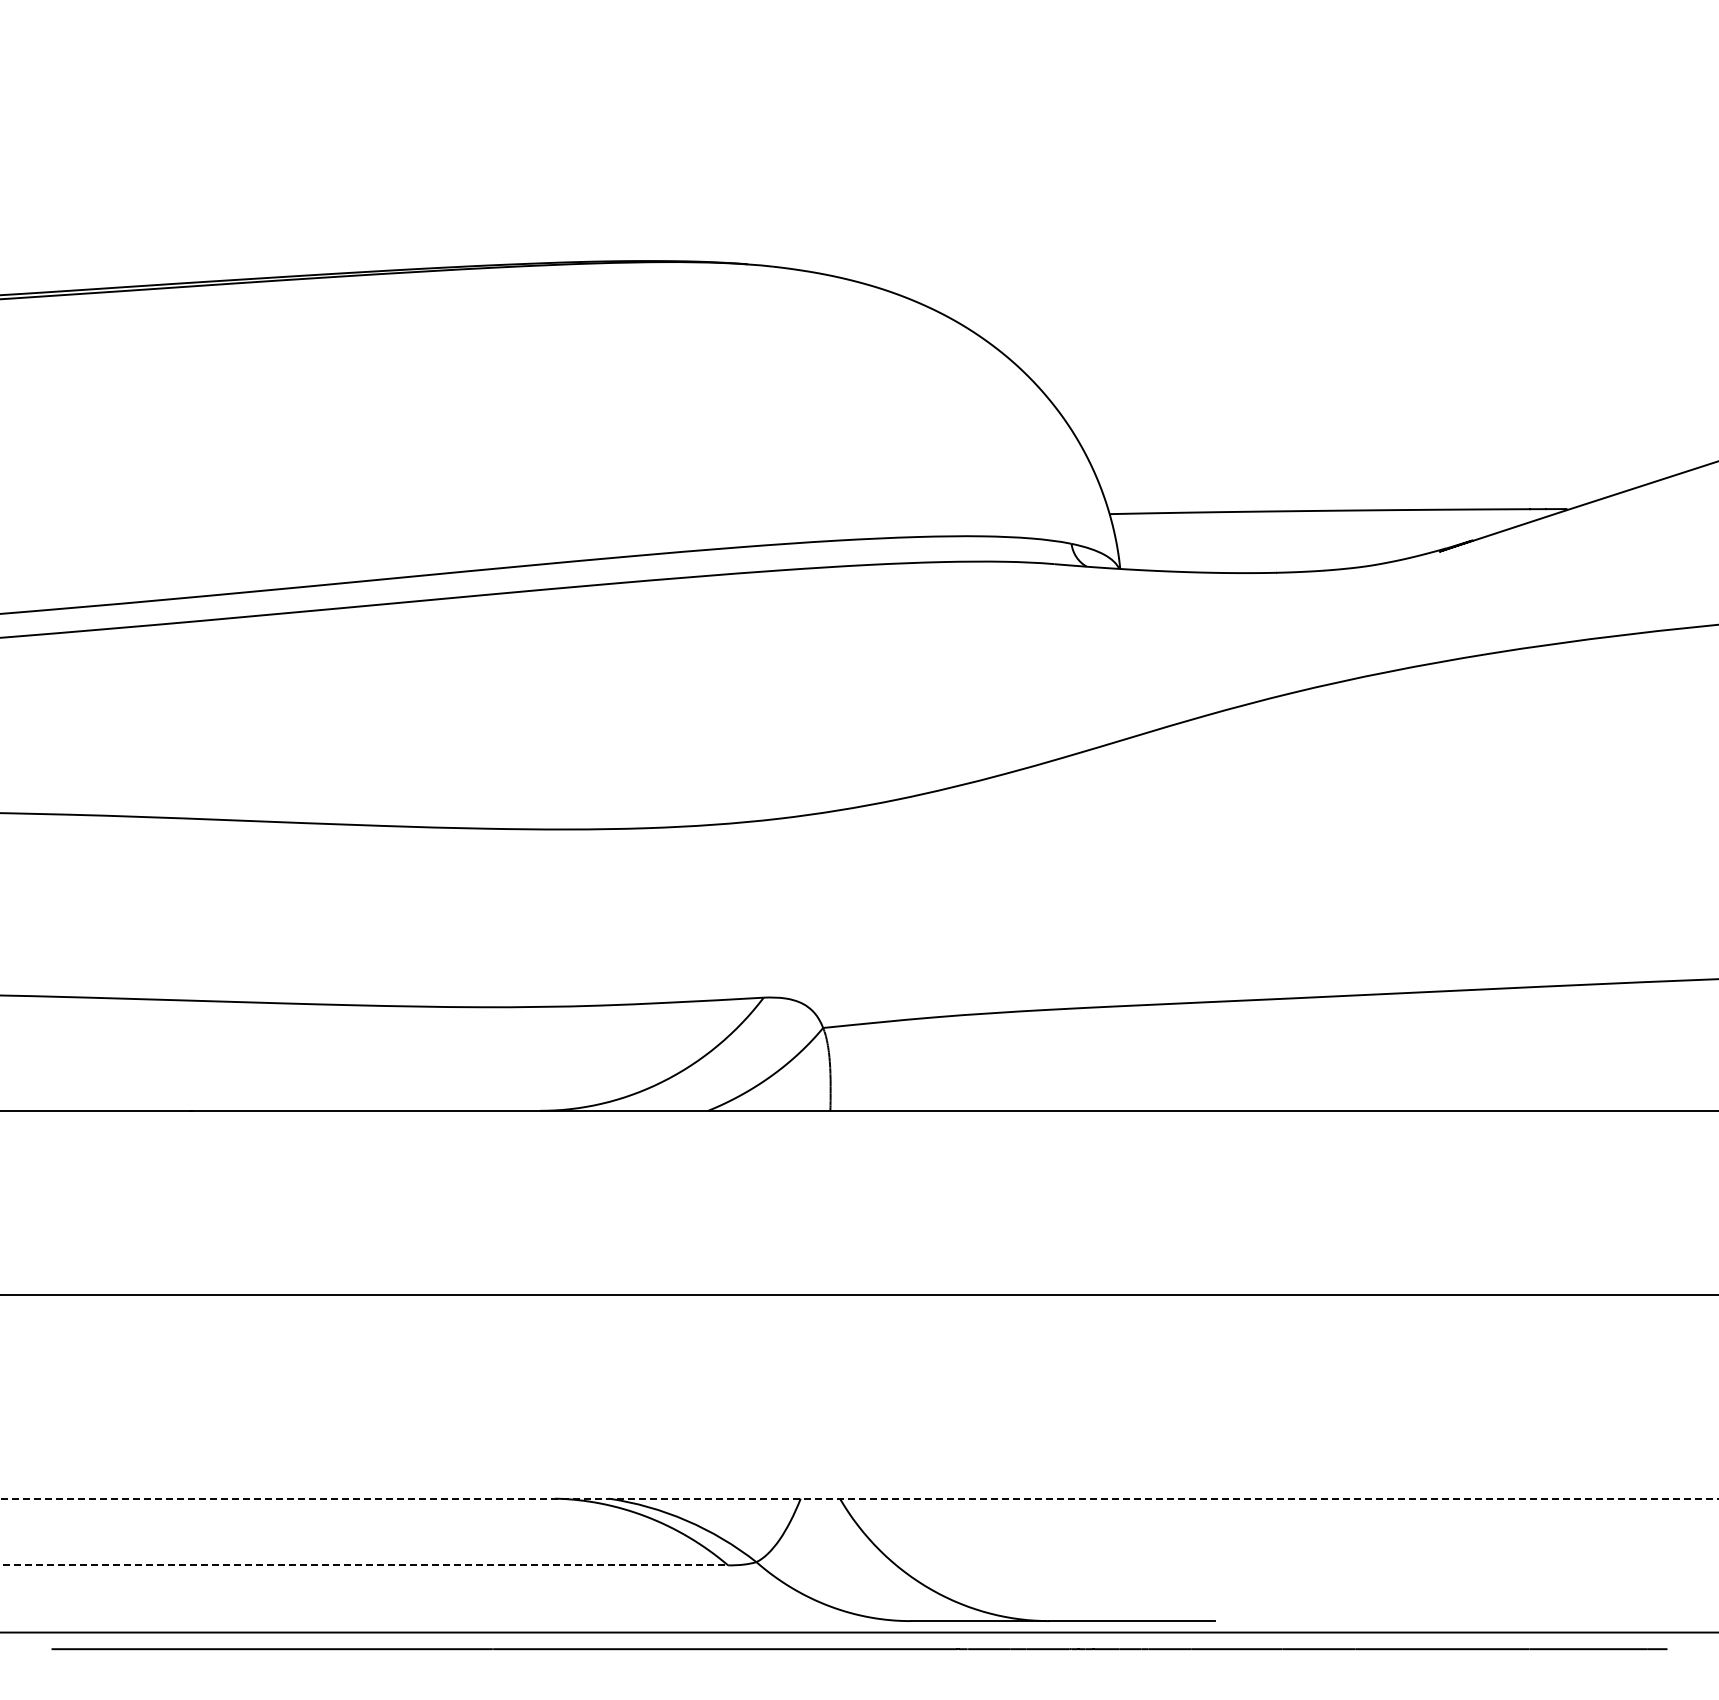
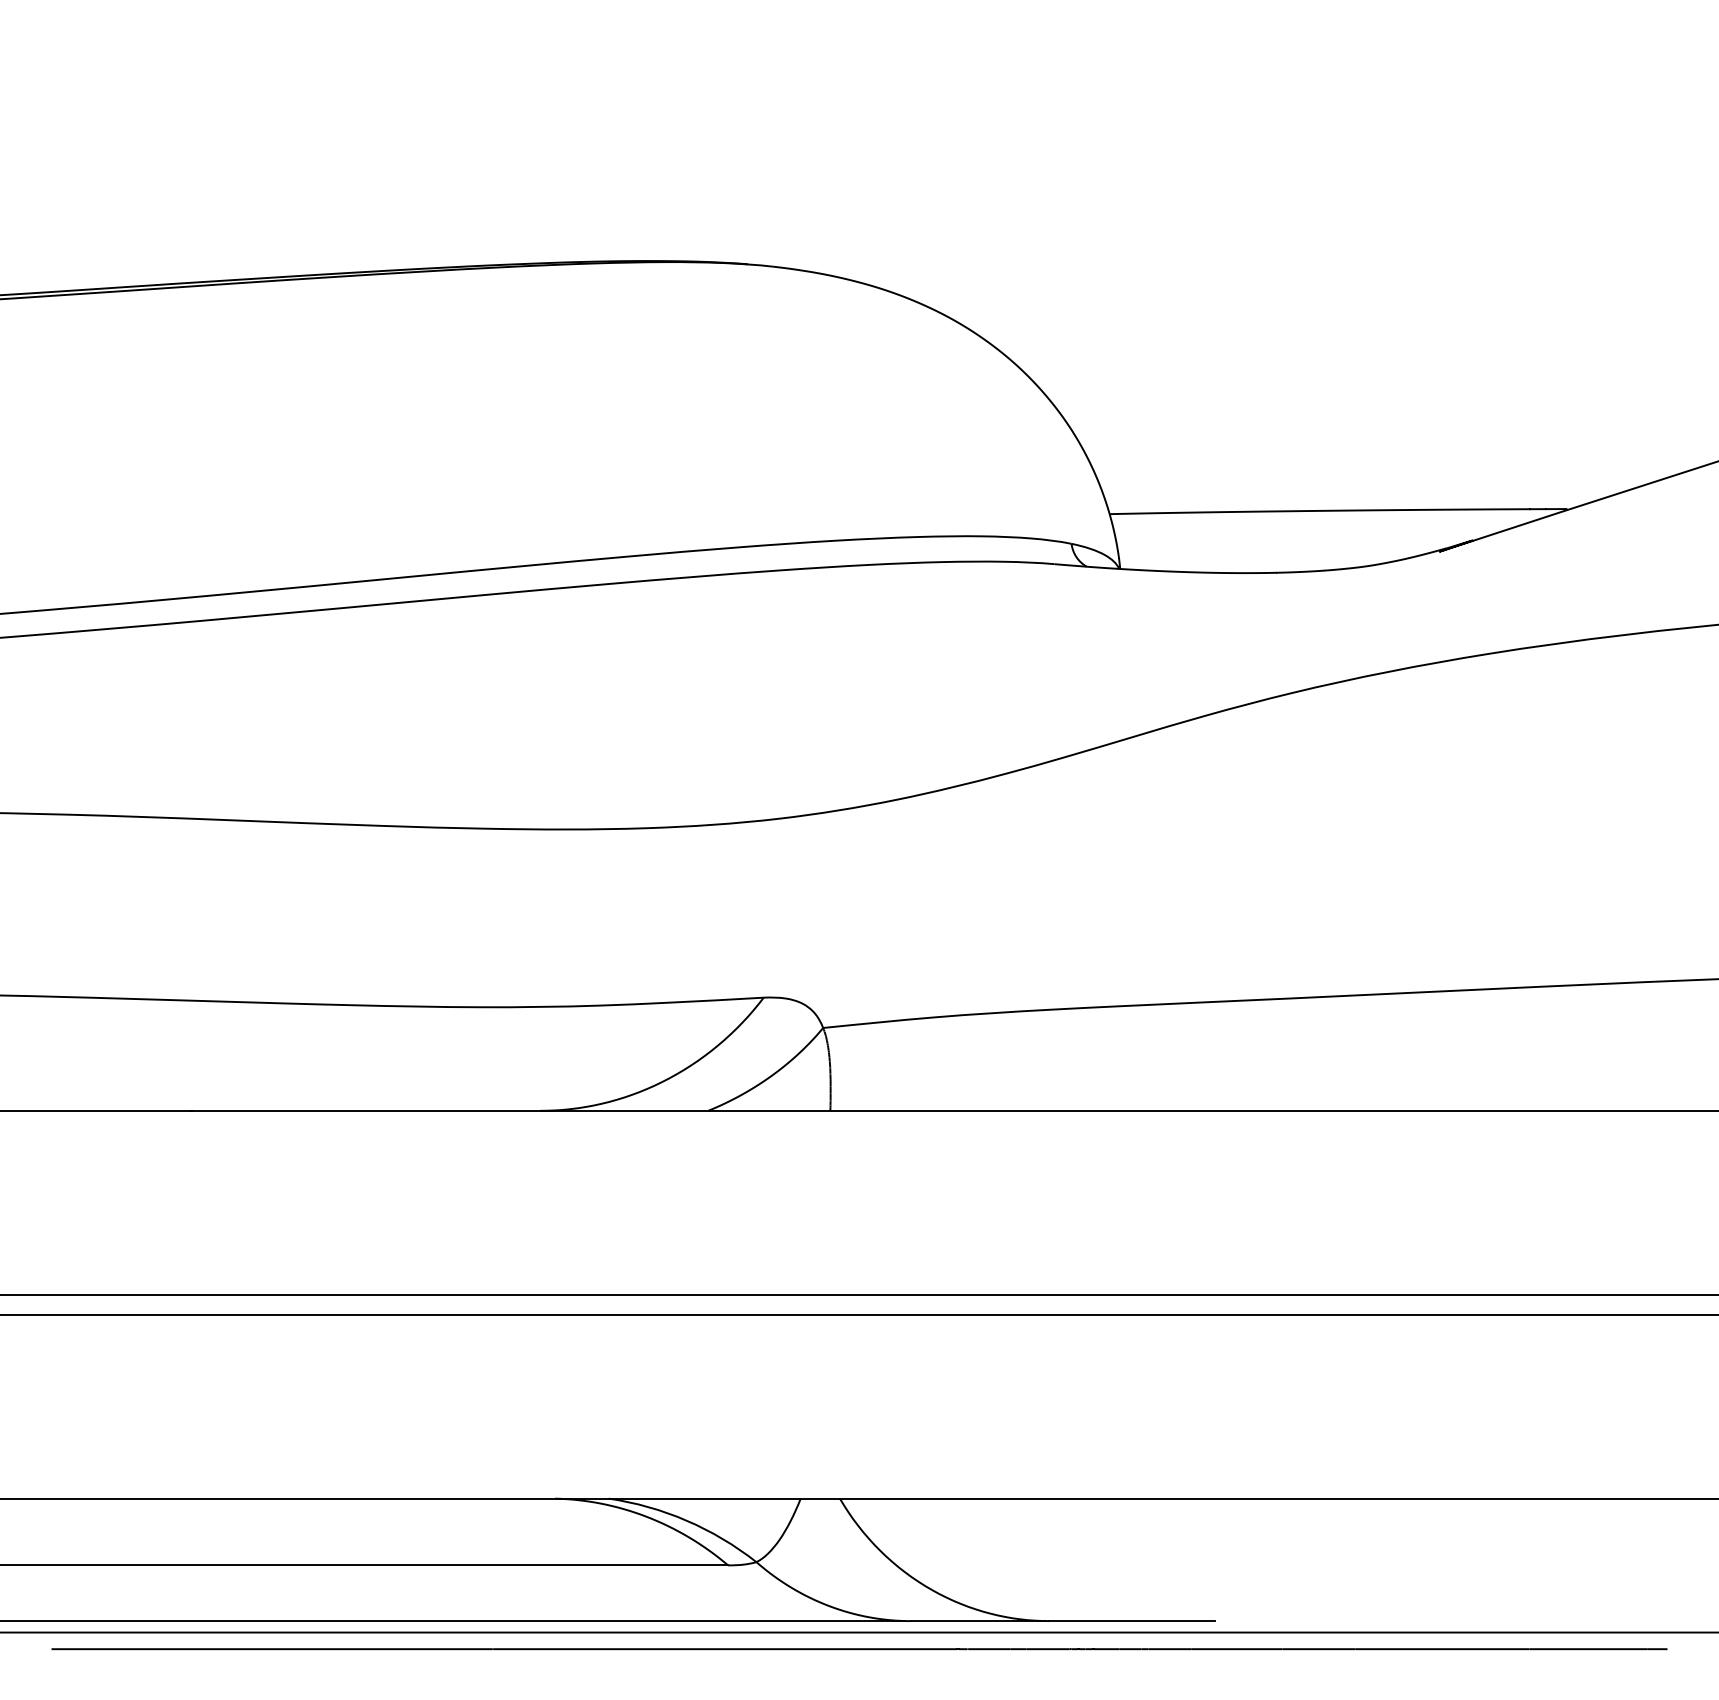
line at (858, 1314): none -> present
line at (860, 1498): dashed -> solid
line at (364, 1565): dashed -> solid
line at (453, 1621): none -> present
